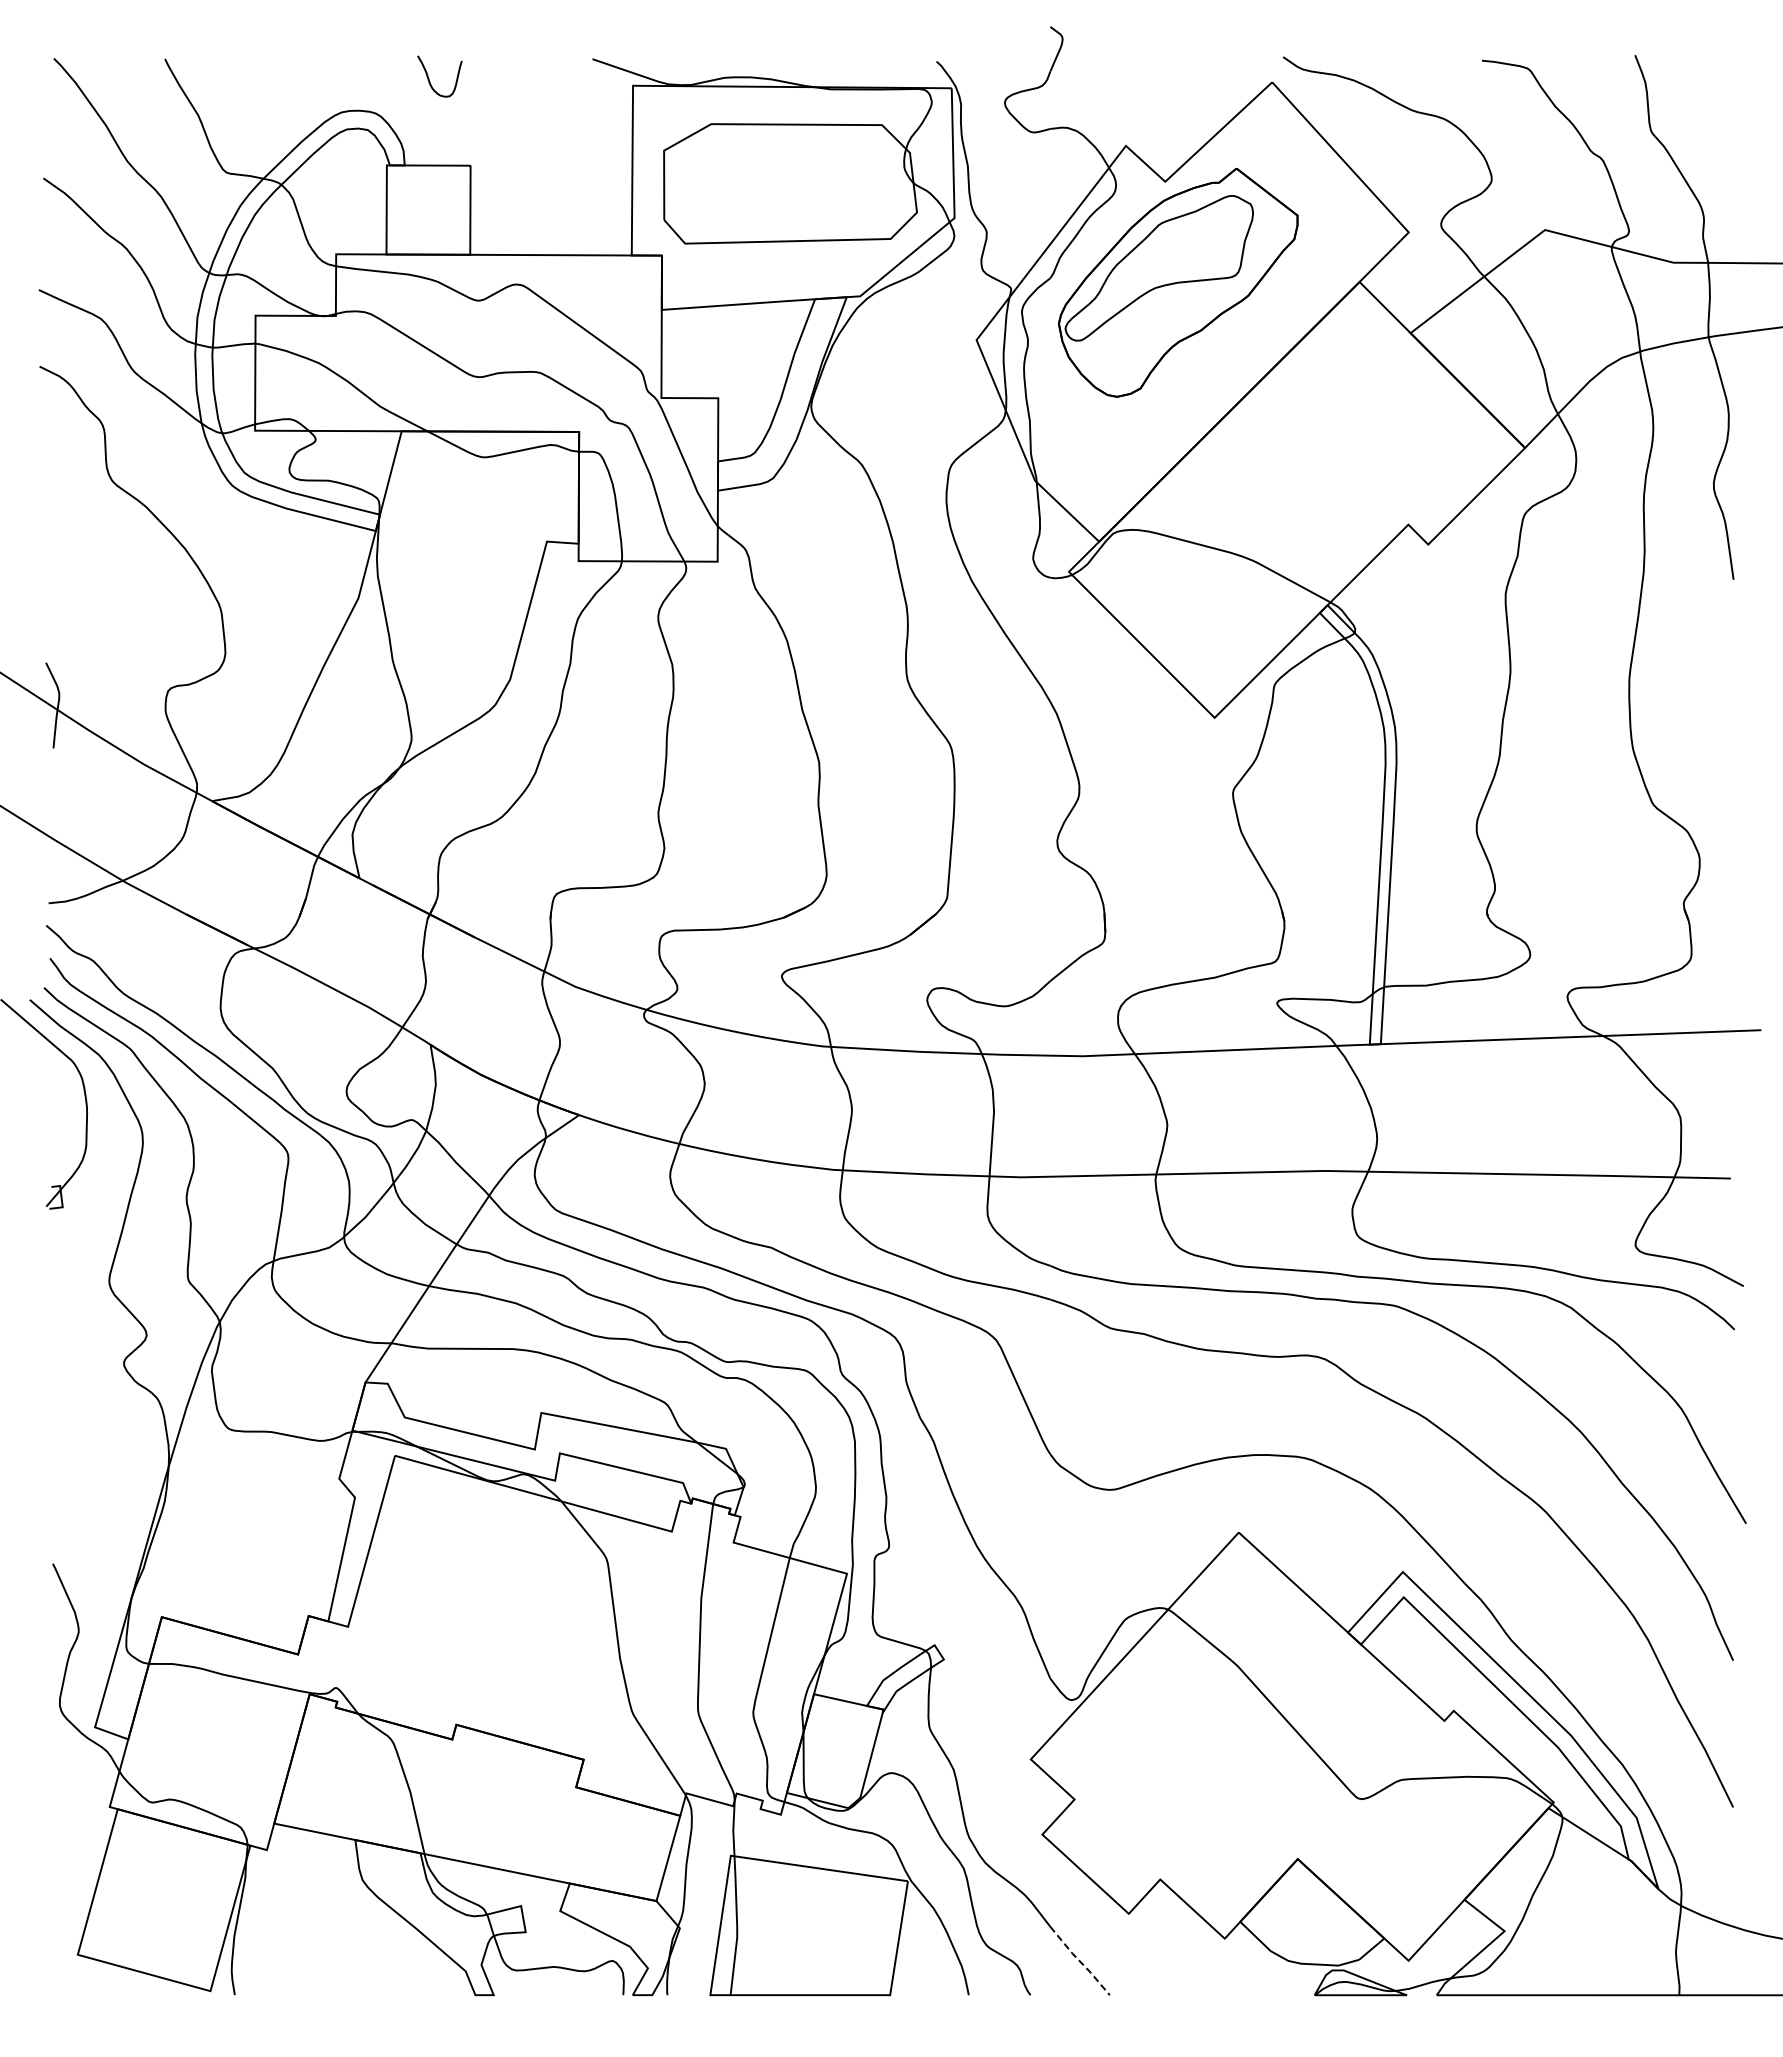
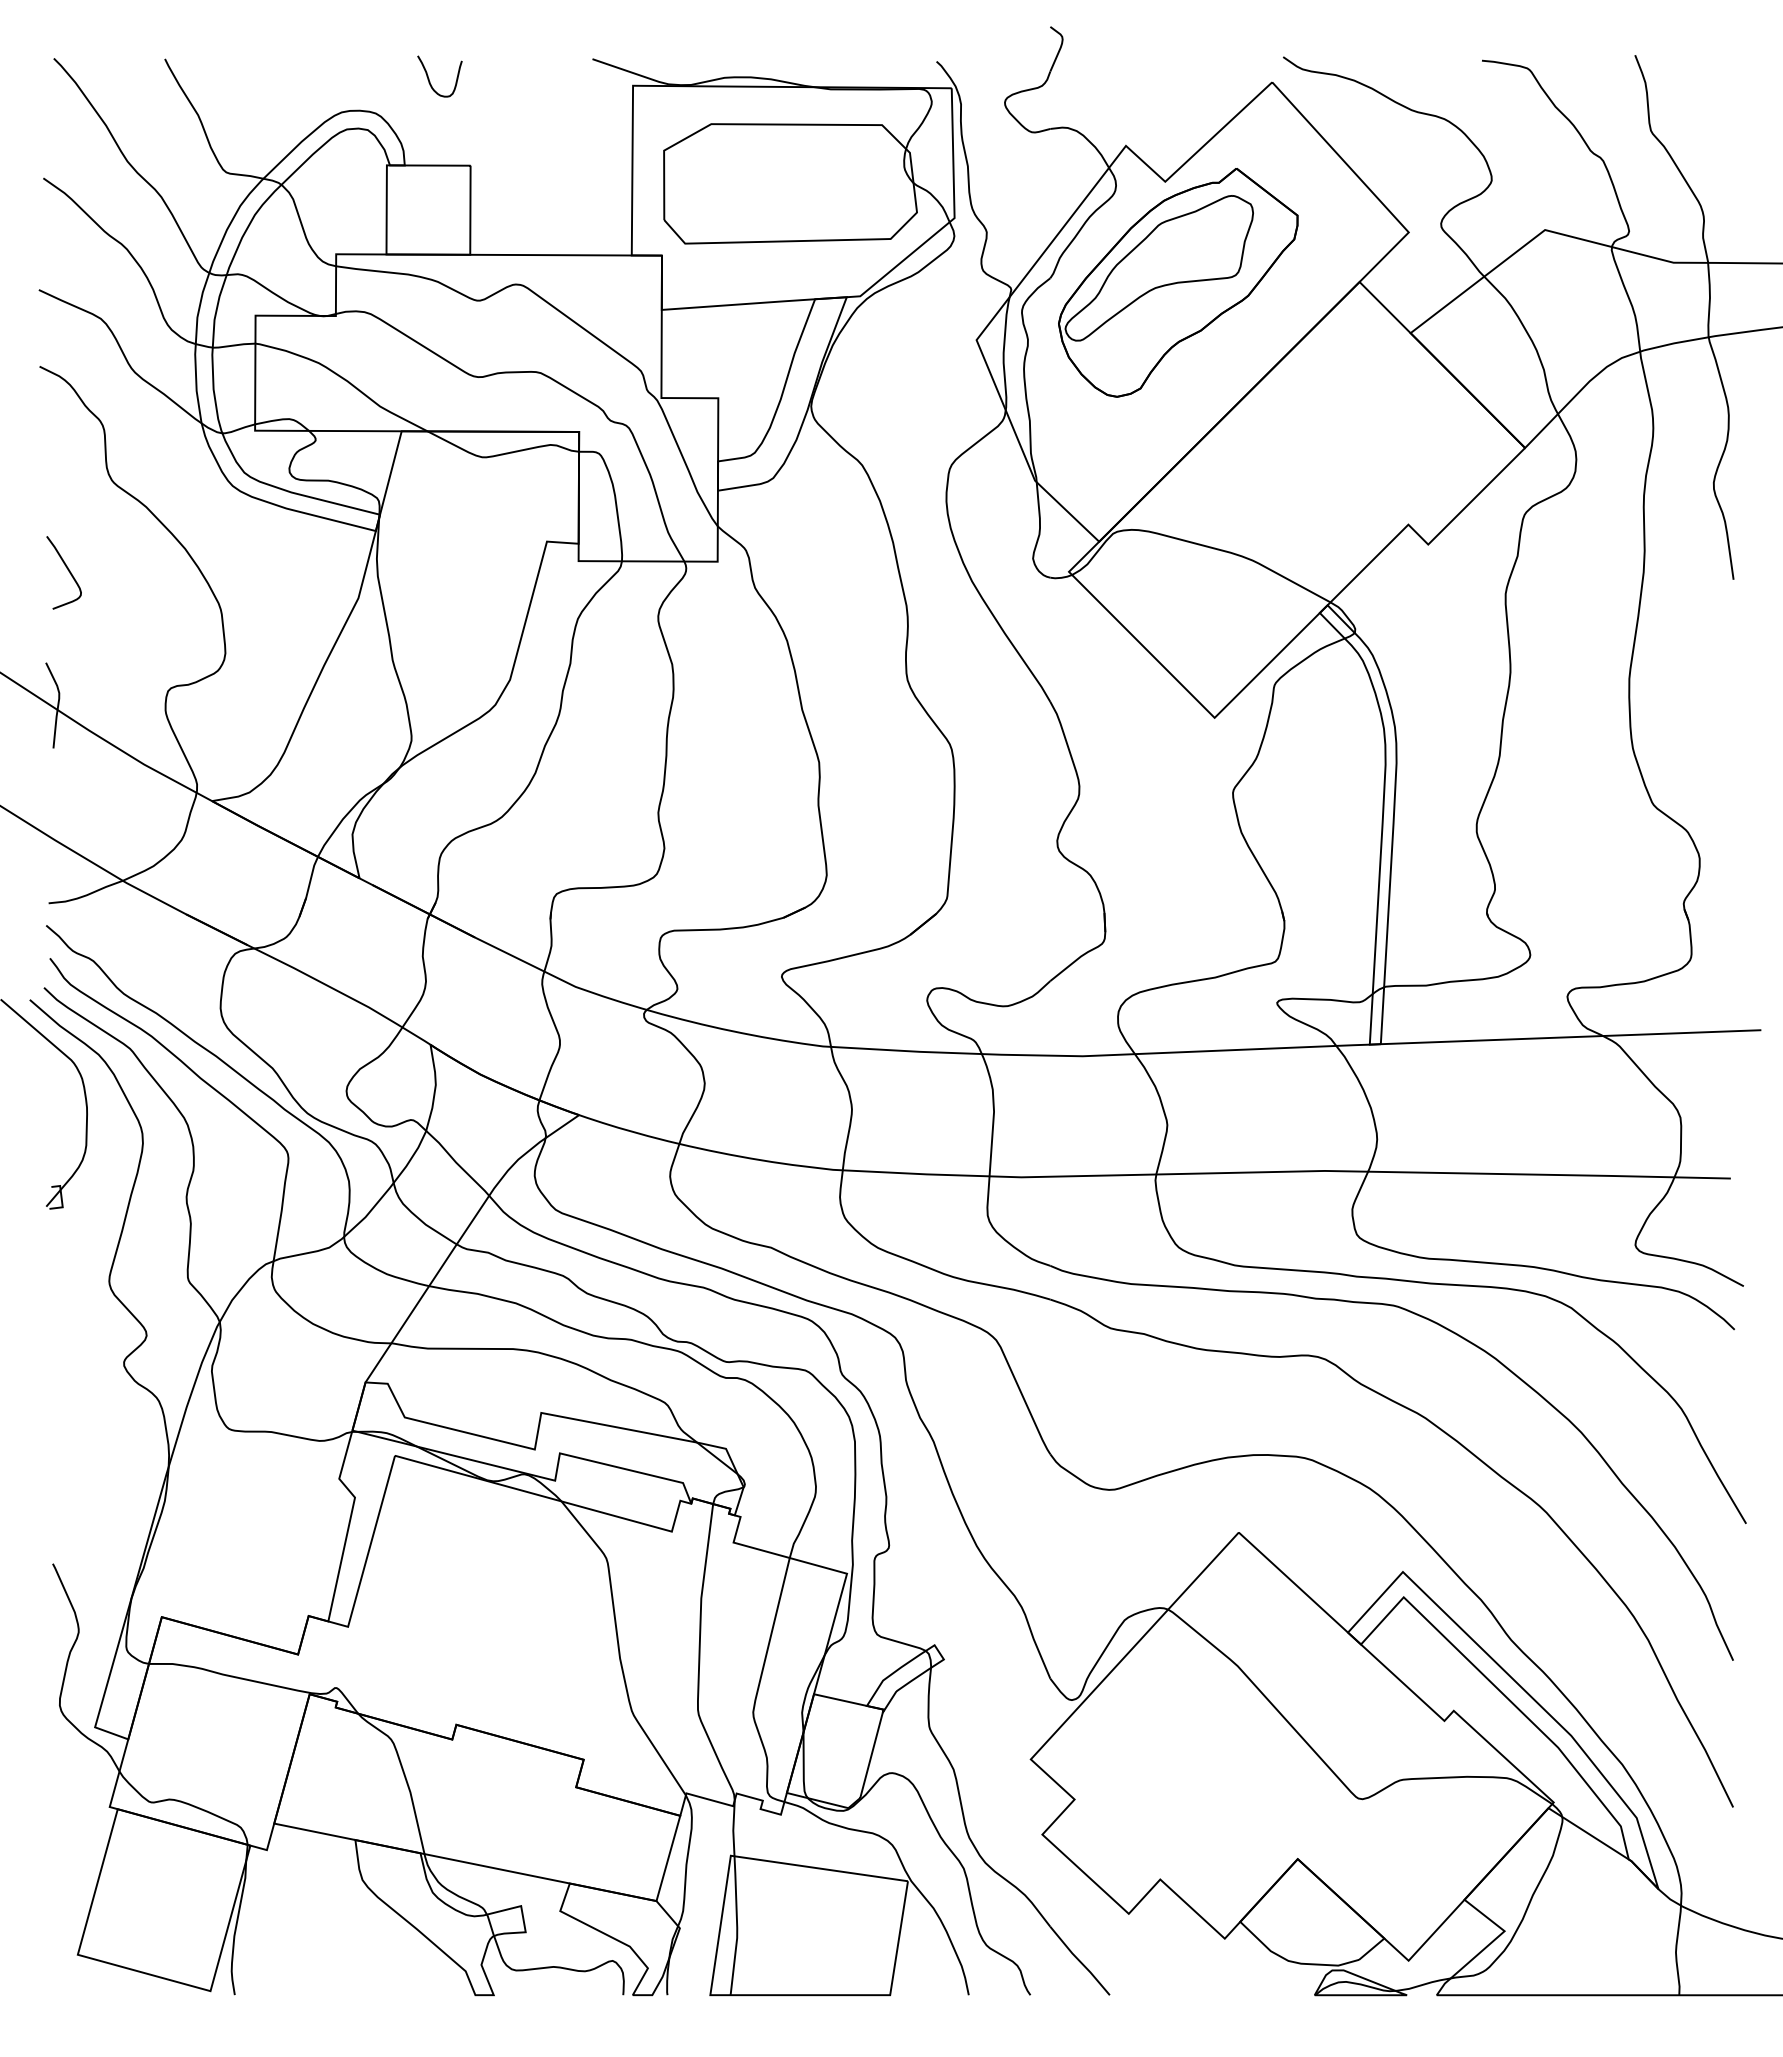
curve at (67, 570): none -> present
line at (1079, 1961): dashed -> solid
